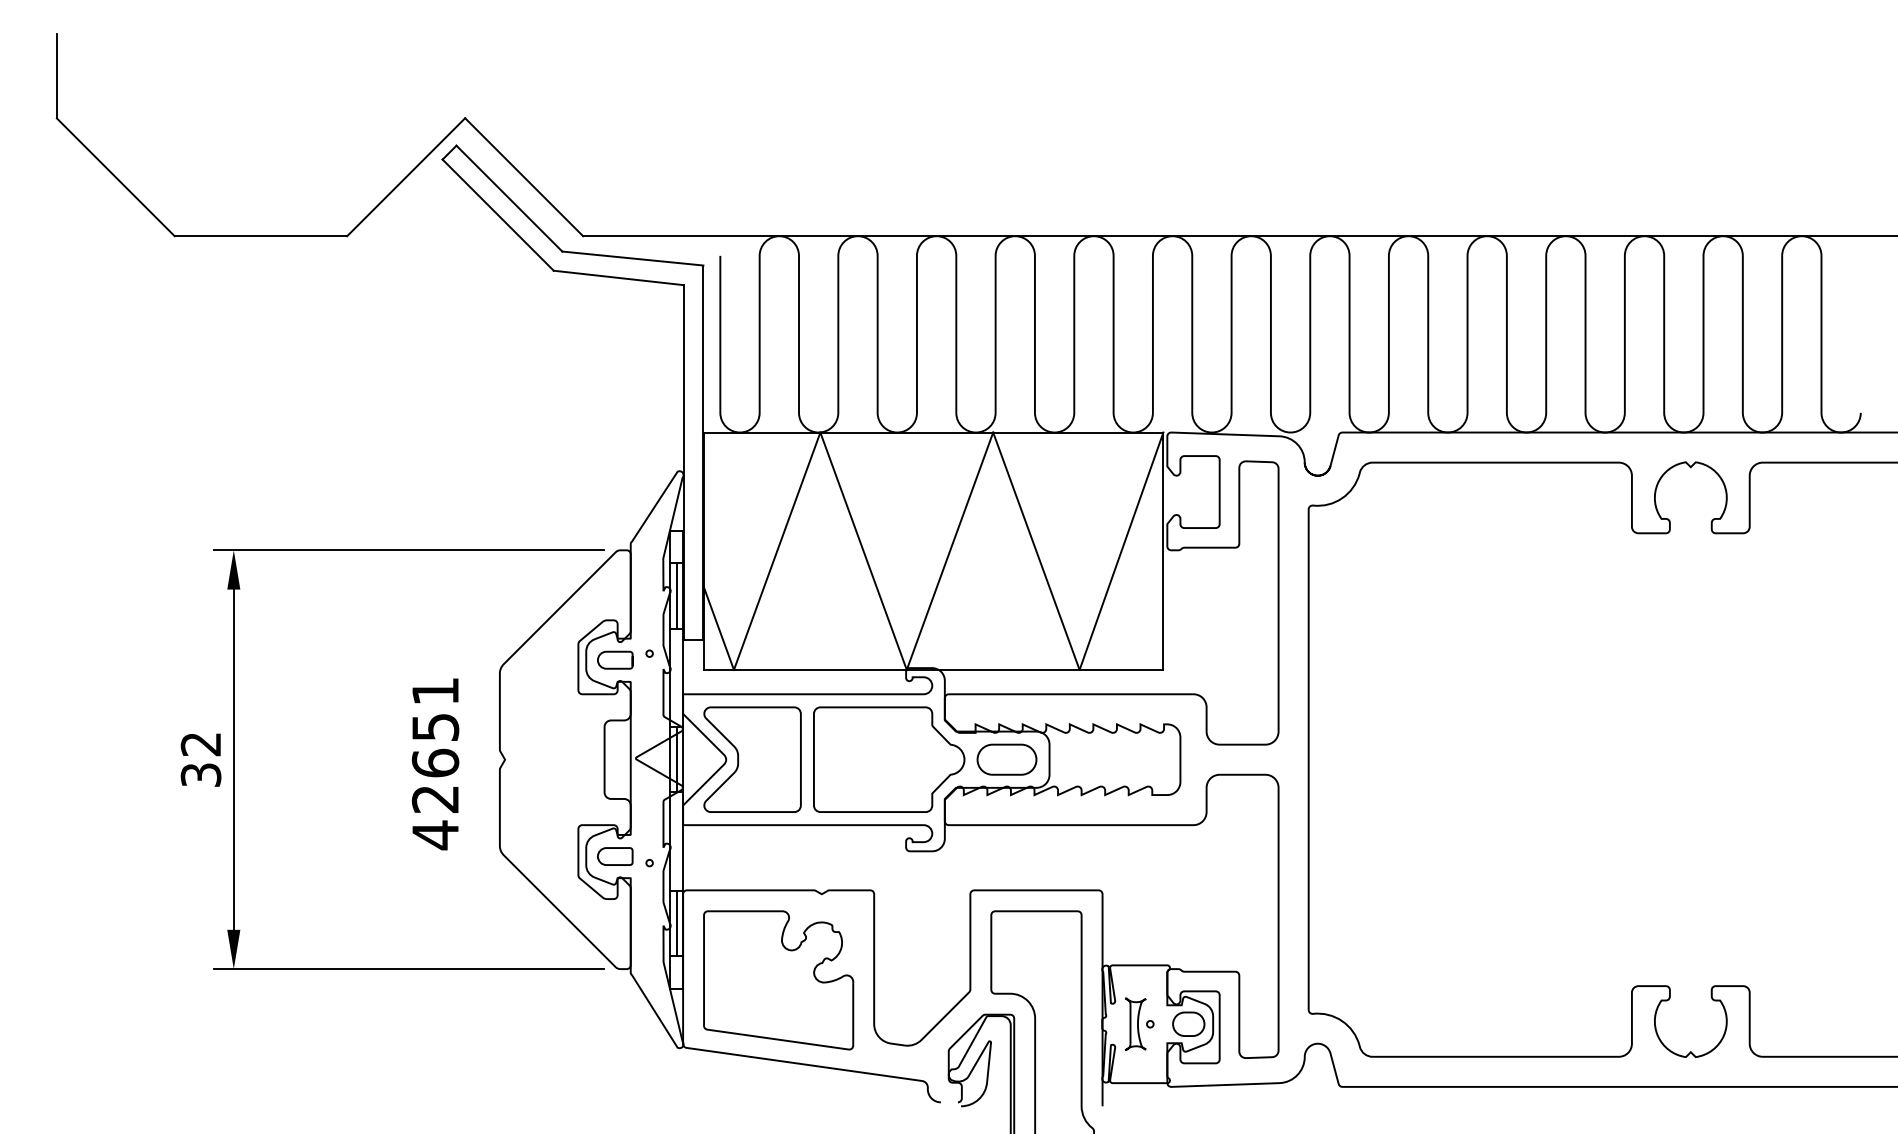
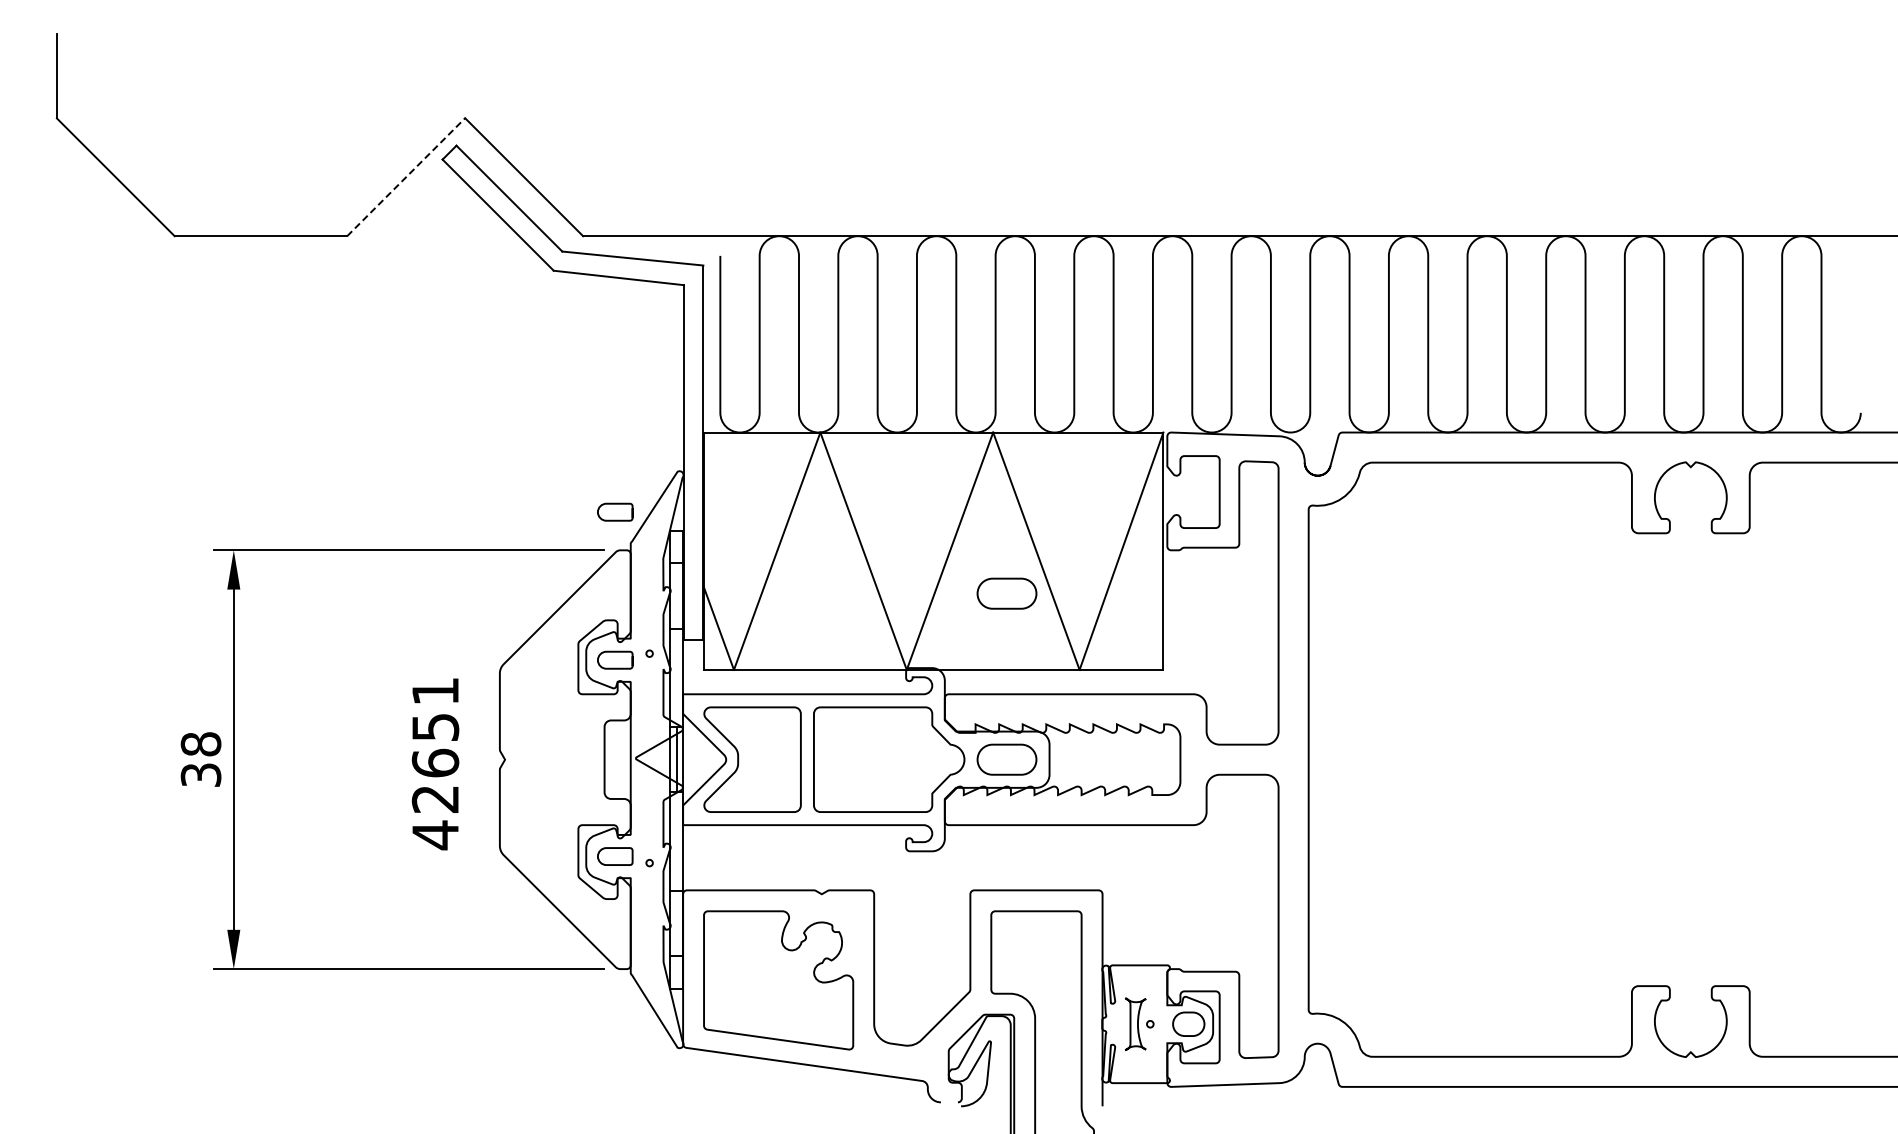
line at (406, 176): solid -> dashed
curve at (615, 504): none -> present
part at (1006, 593): none -> present
line at (676, 595): present -> none
text at (200, 744): 32 -> 38
line at (676, 923): present -> none
